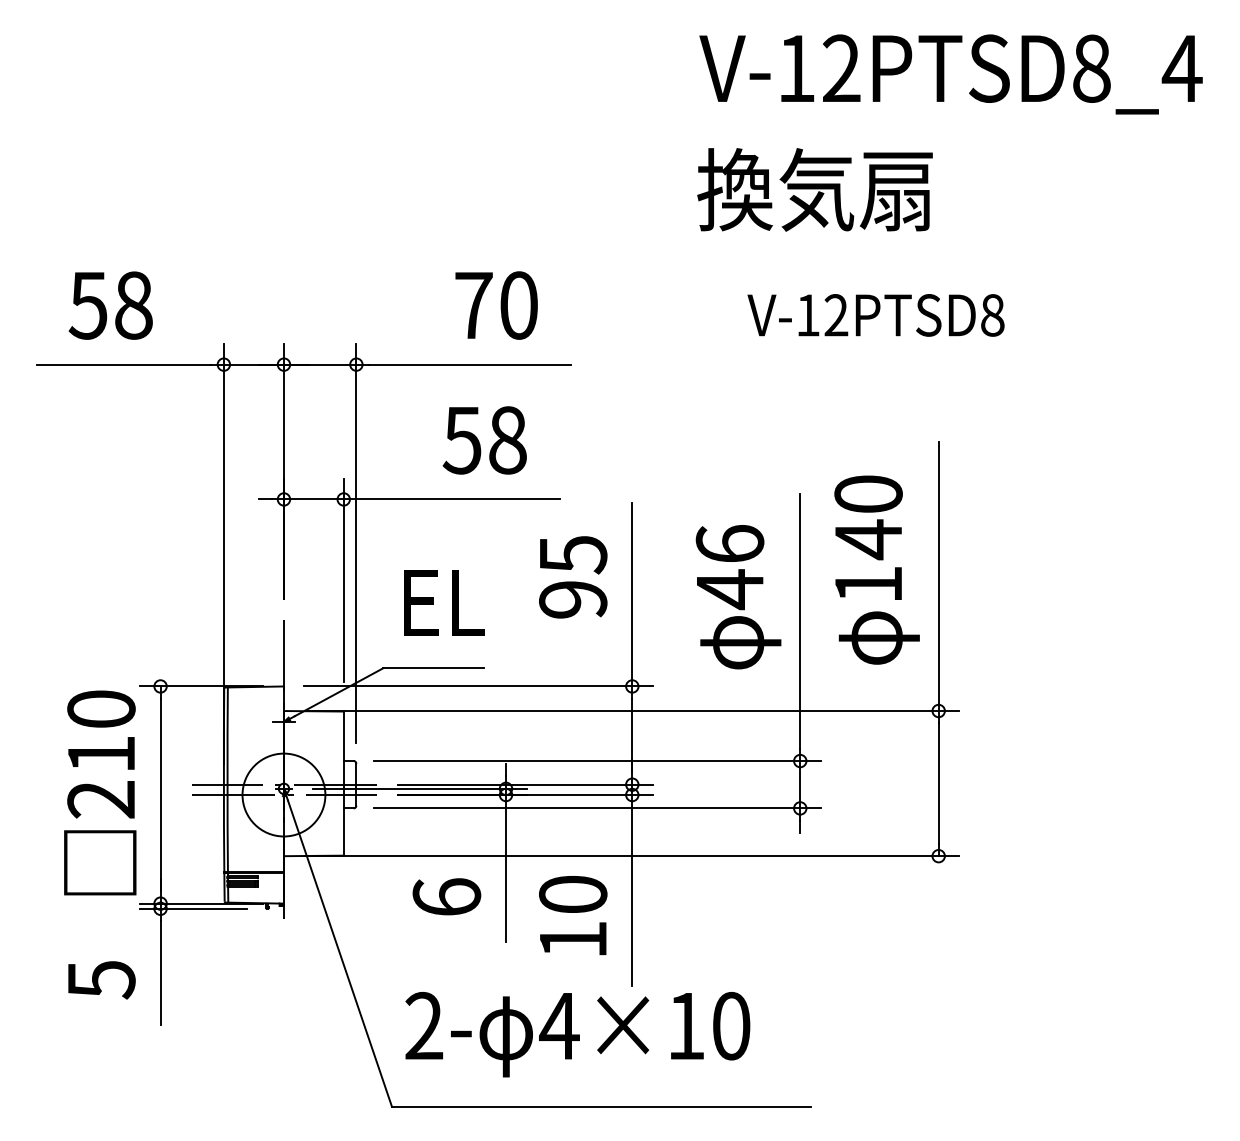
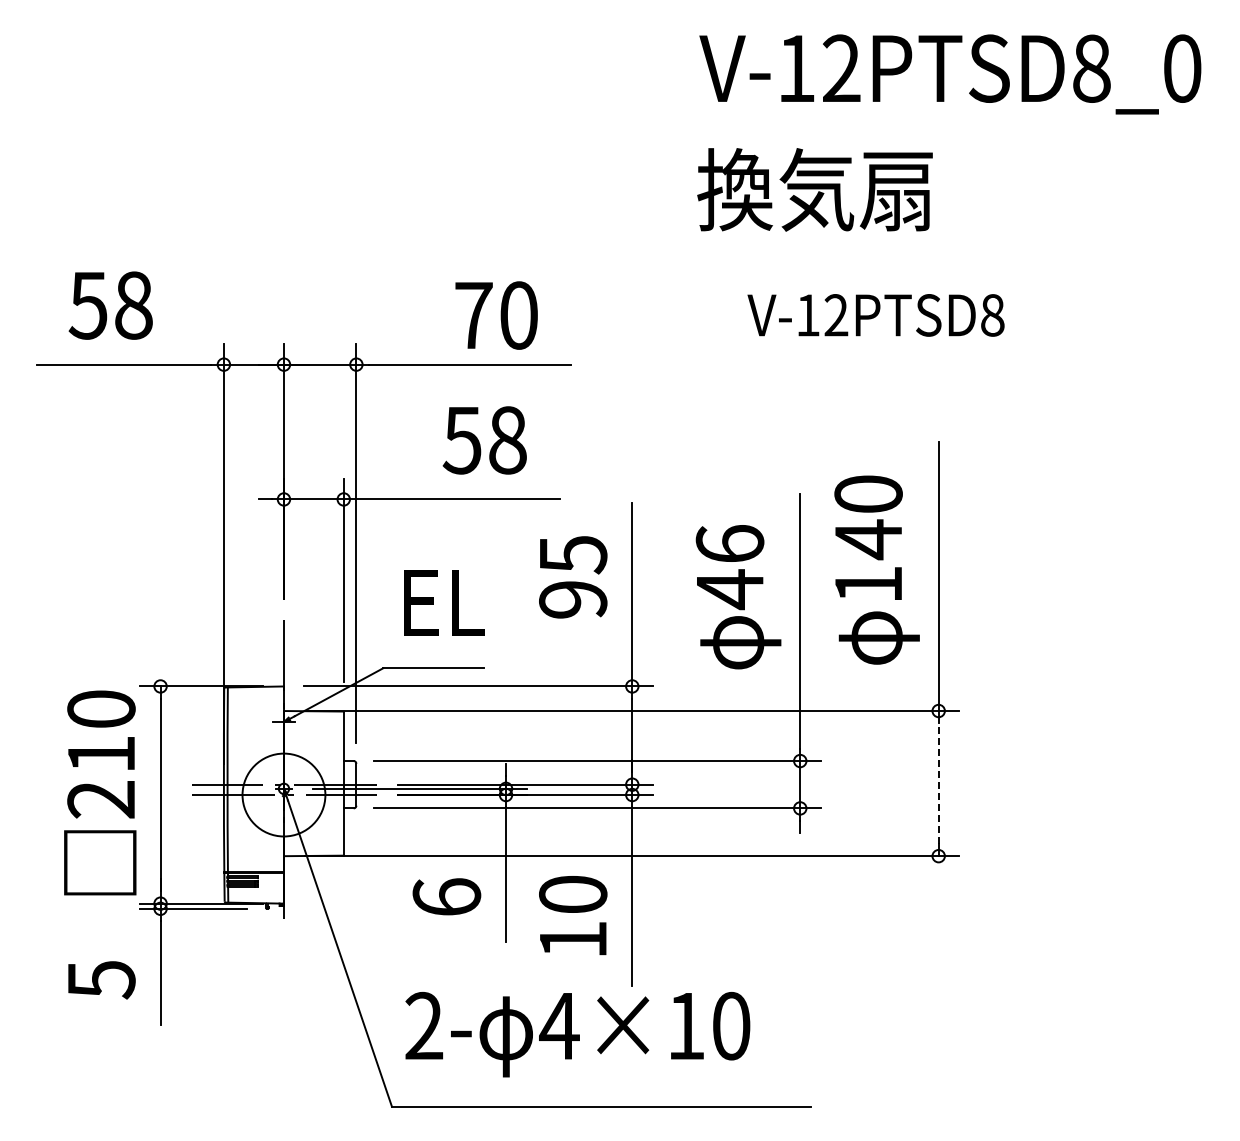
text at (1181, 68): V-12PTSD8_4 -> V-12PTSD8_0
text at (496, 305) position: (496, 305) -> (496, 315)
line at (938, 783): solid -> dashed
